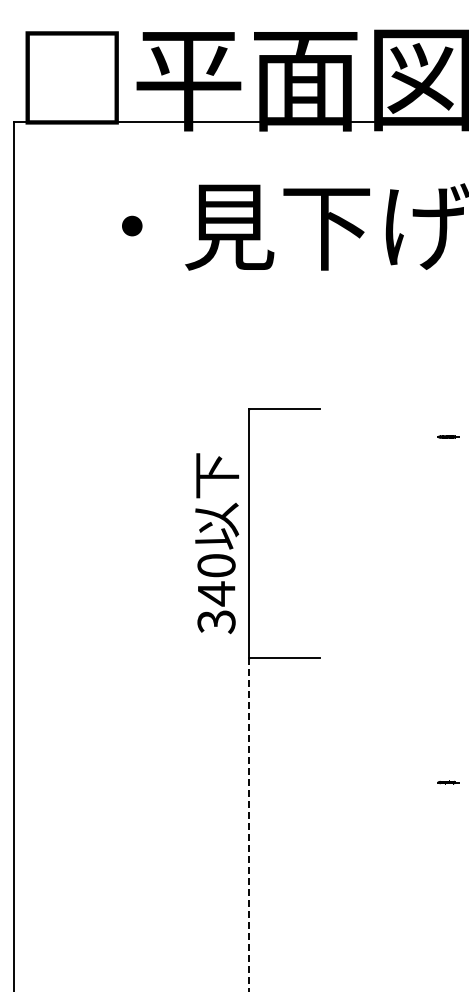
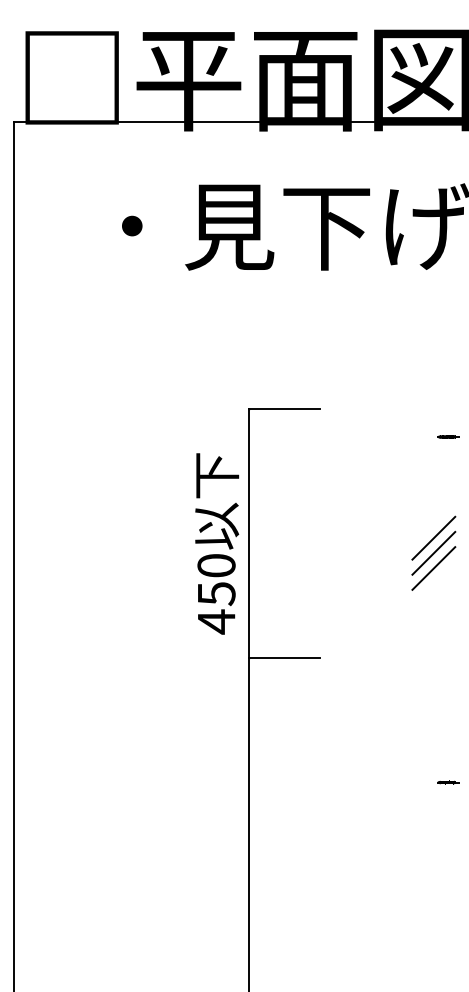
line at (433, 537): none -> present
line at (433, 552): none -> present
line at (433, 568): none -> present
text at (216, 607): 340 -> 450
line at (249, 824): dashed -> solid
